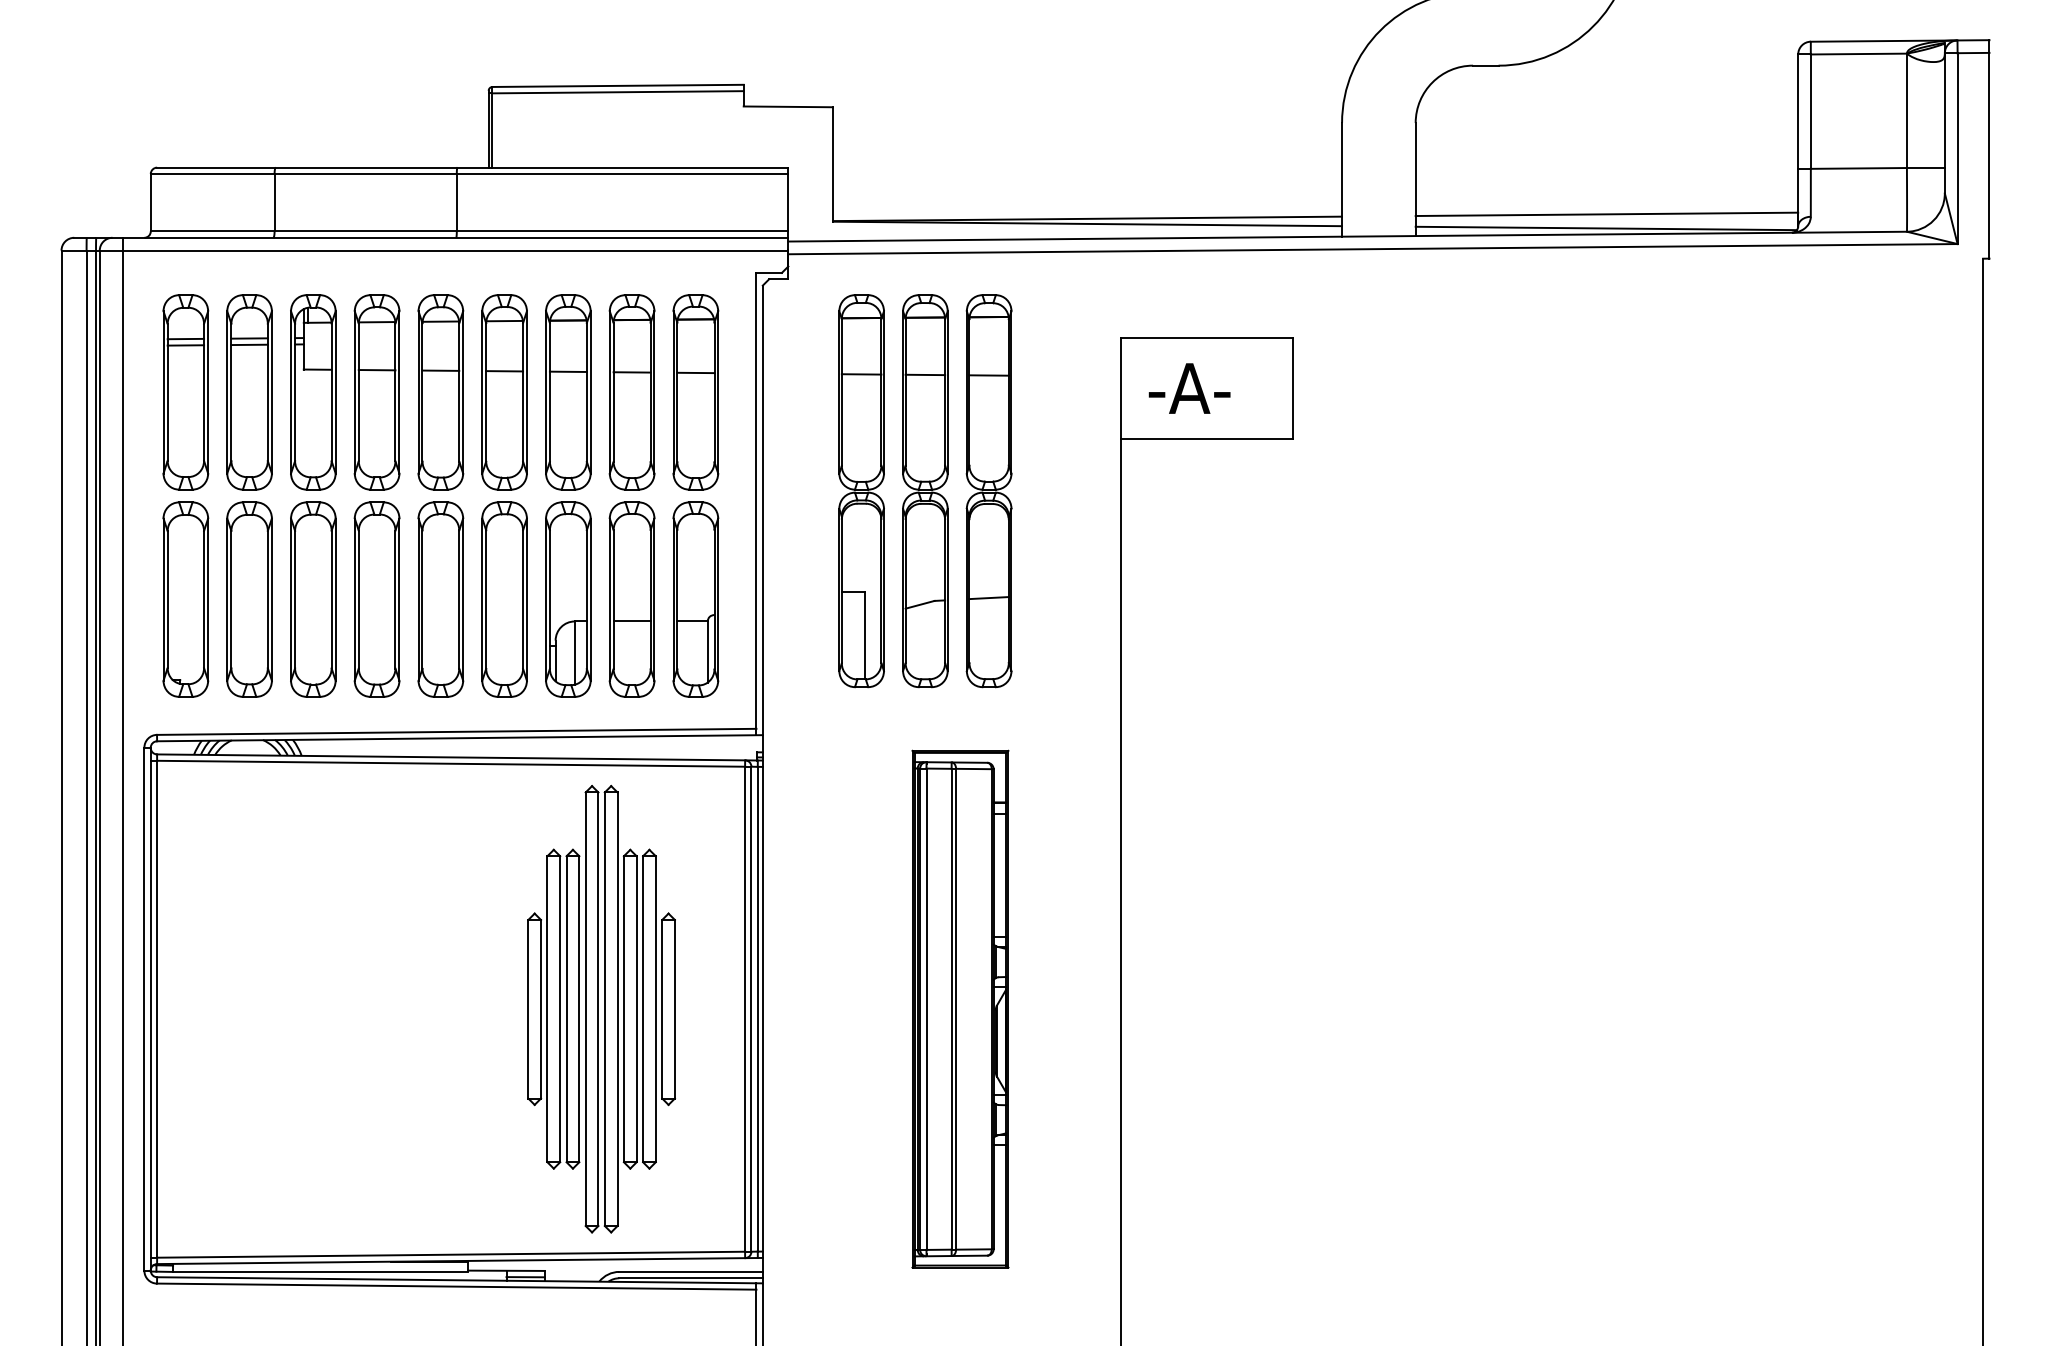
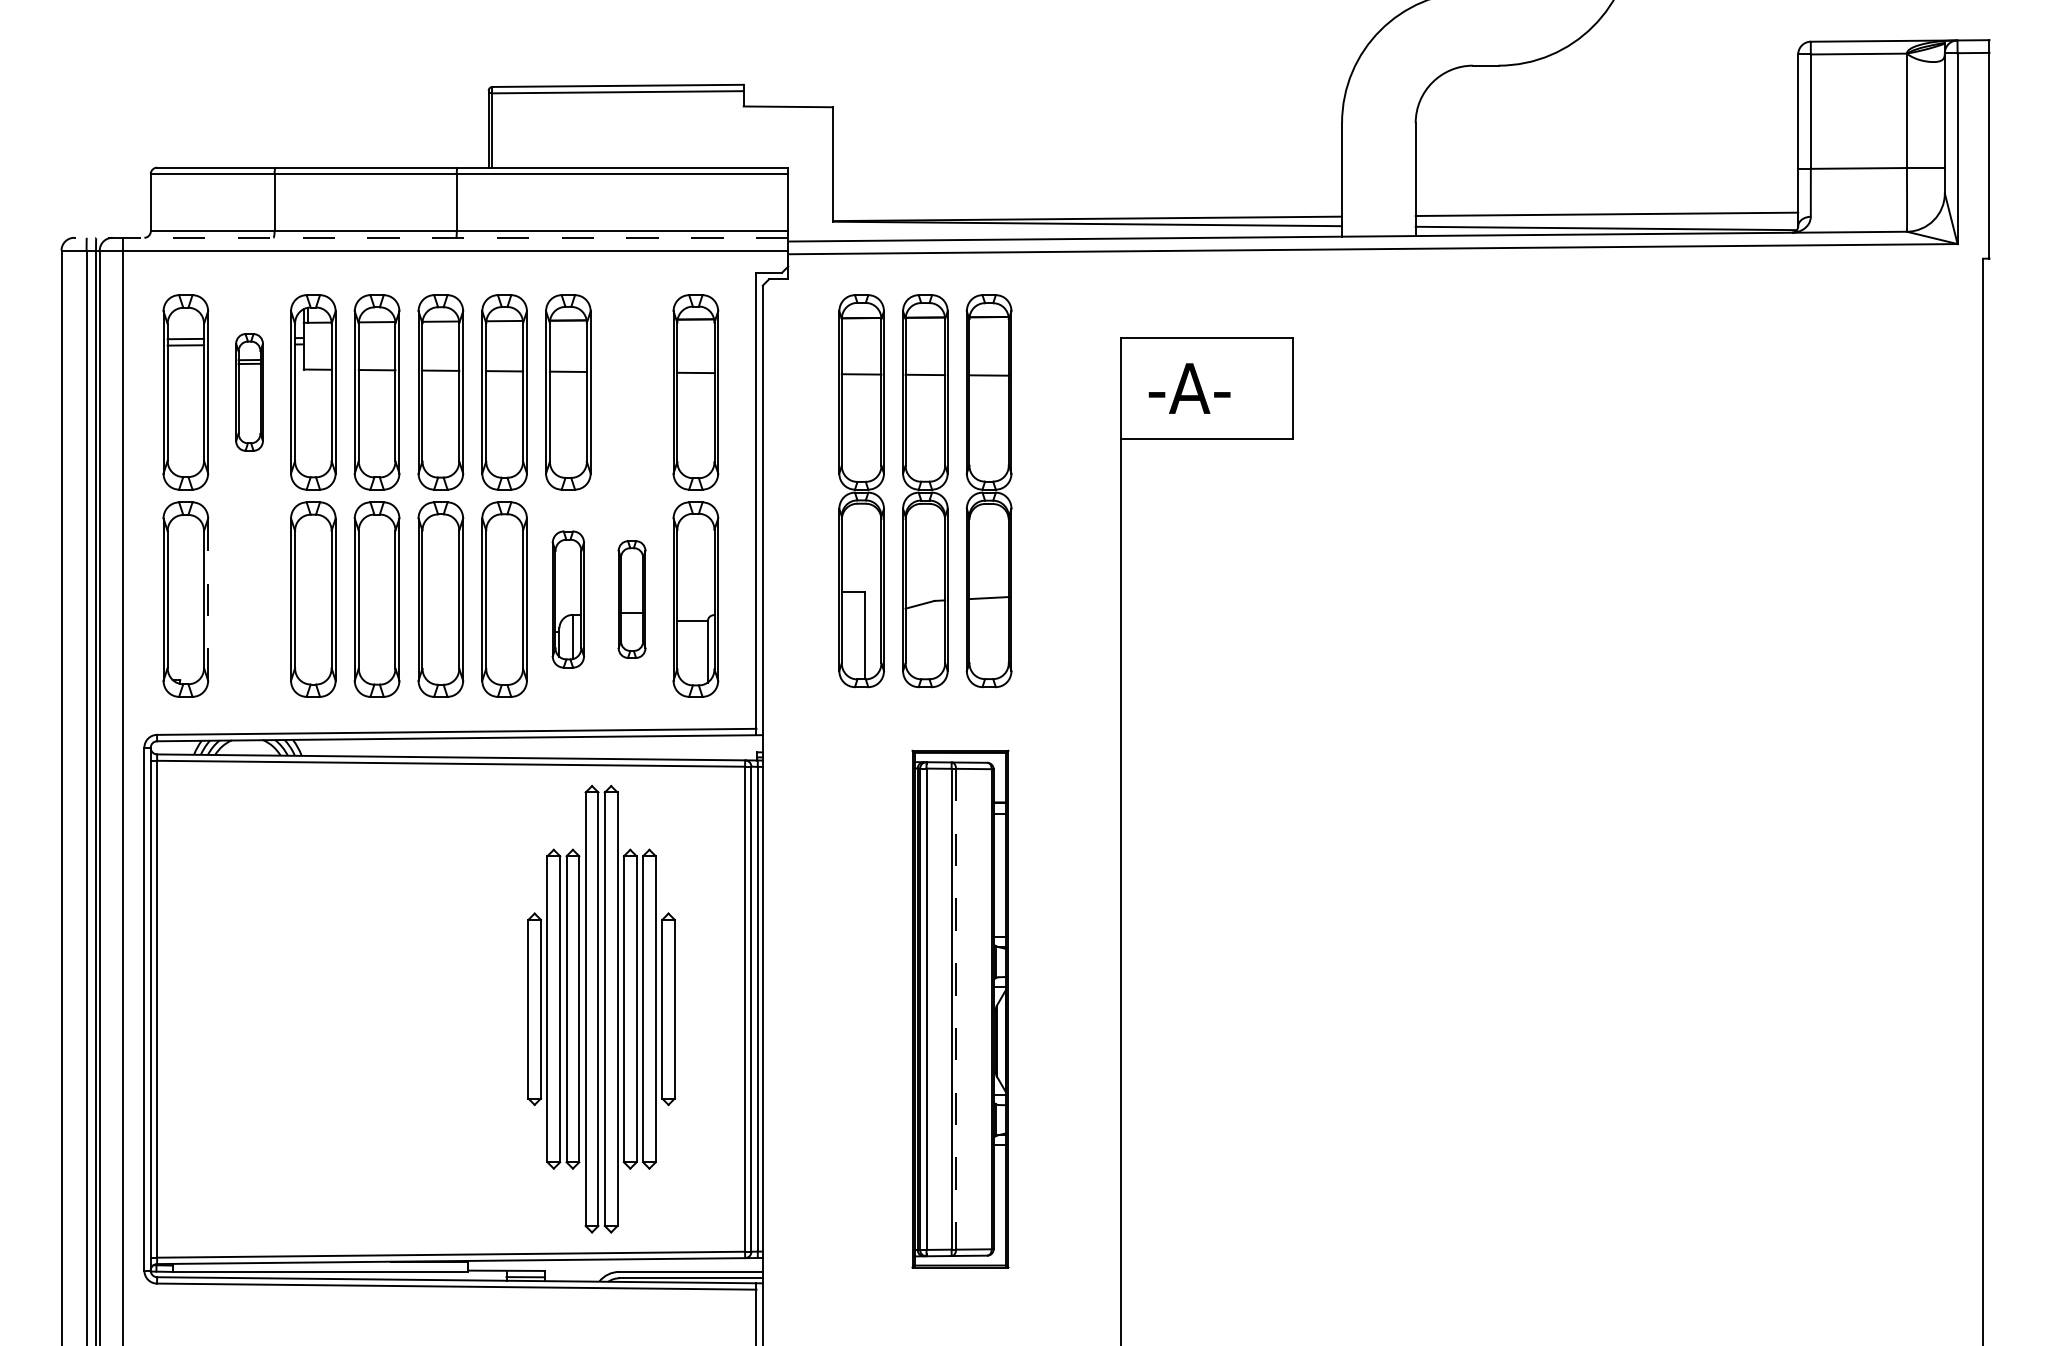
line at (430, 237): solid -> dashed
part at (249, 392) size: 47x197 px -> 29x119 px
part at (631, 392): present -> none
line at (208, 599): solid -> dashed
part at (249, 599): present -> none
part at (568, 599) size: 47x197 px -> 34x139 px
part at (631, 599) size: 48x197 px -> 30x119 px
line at (956, 1009): solid -> dashed
